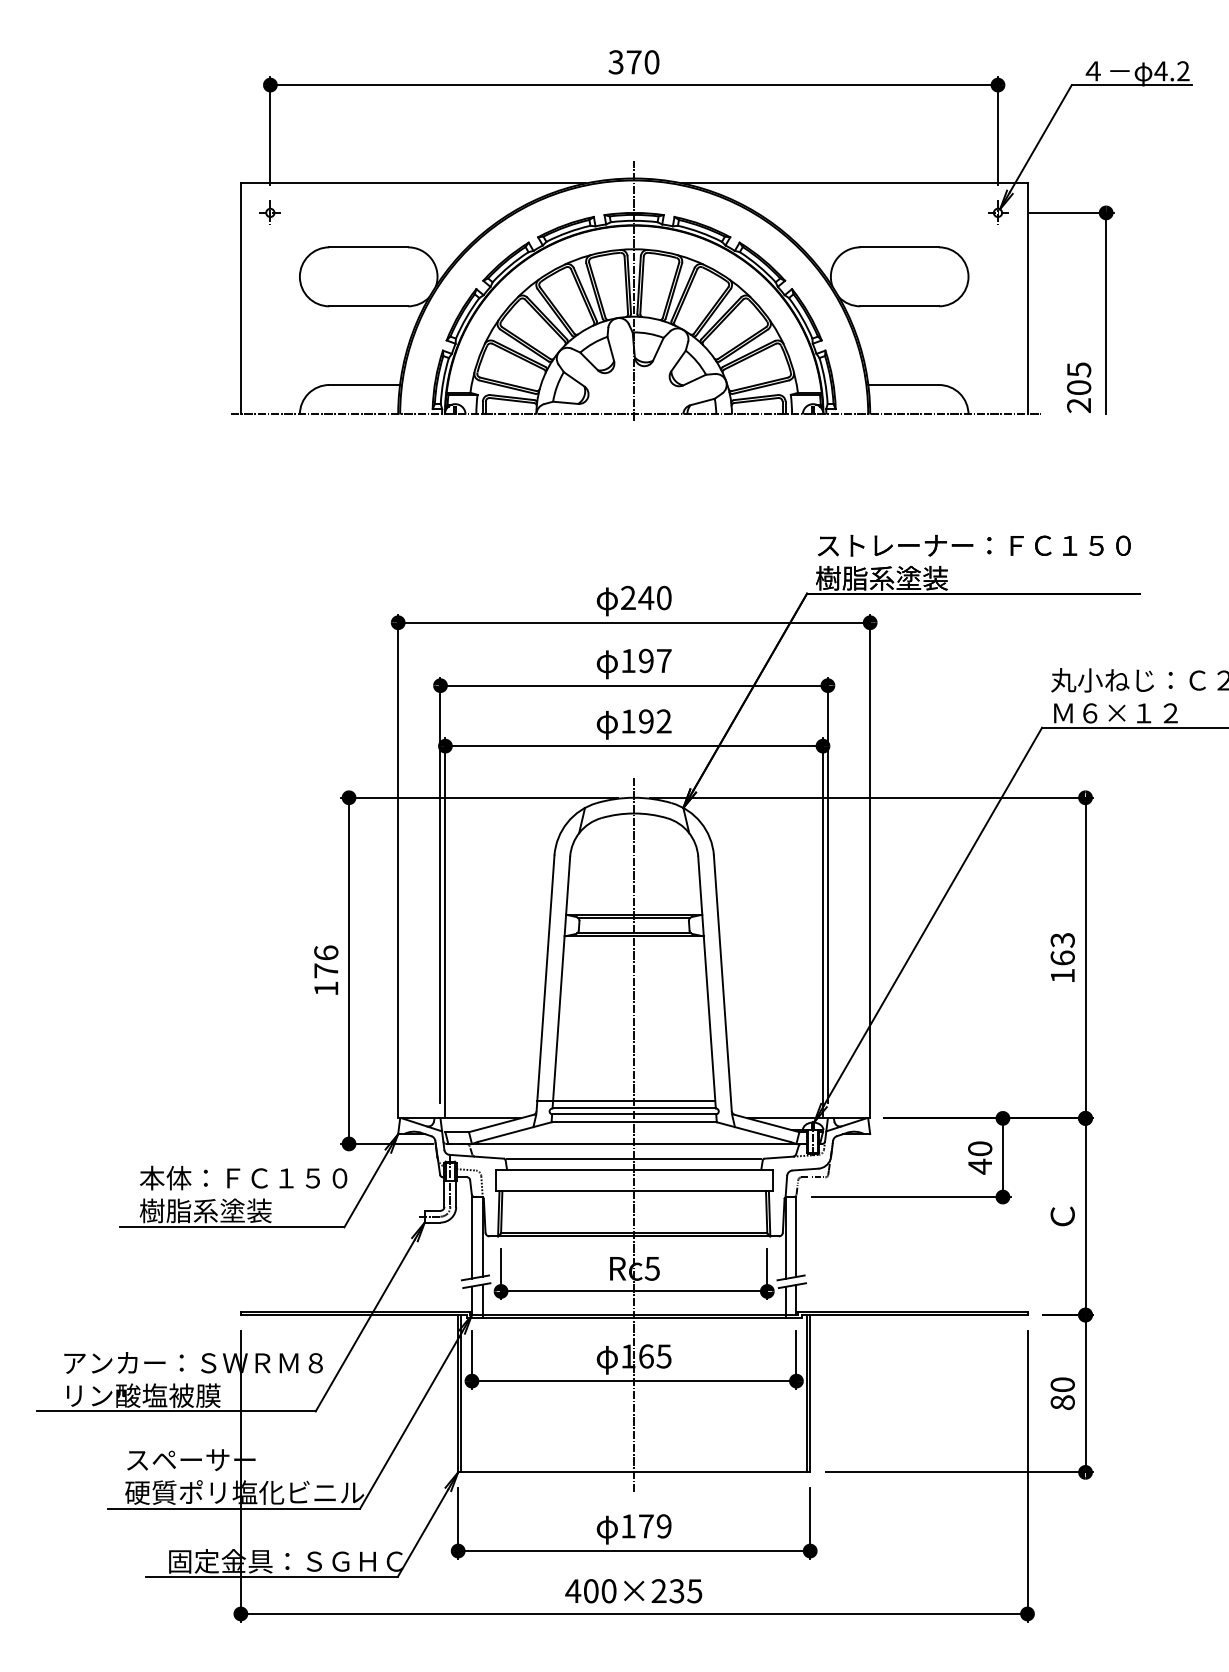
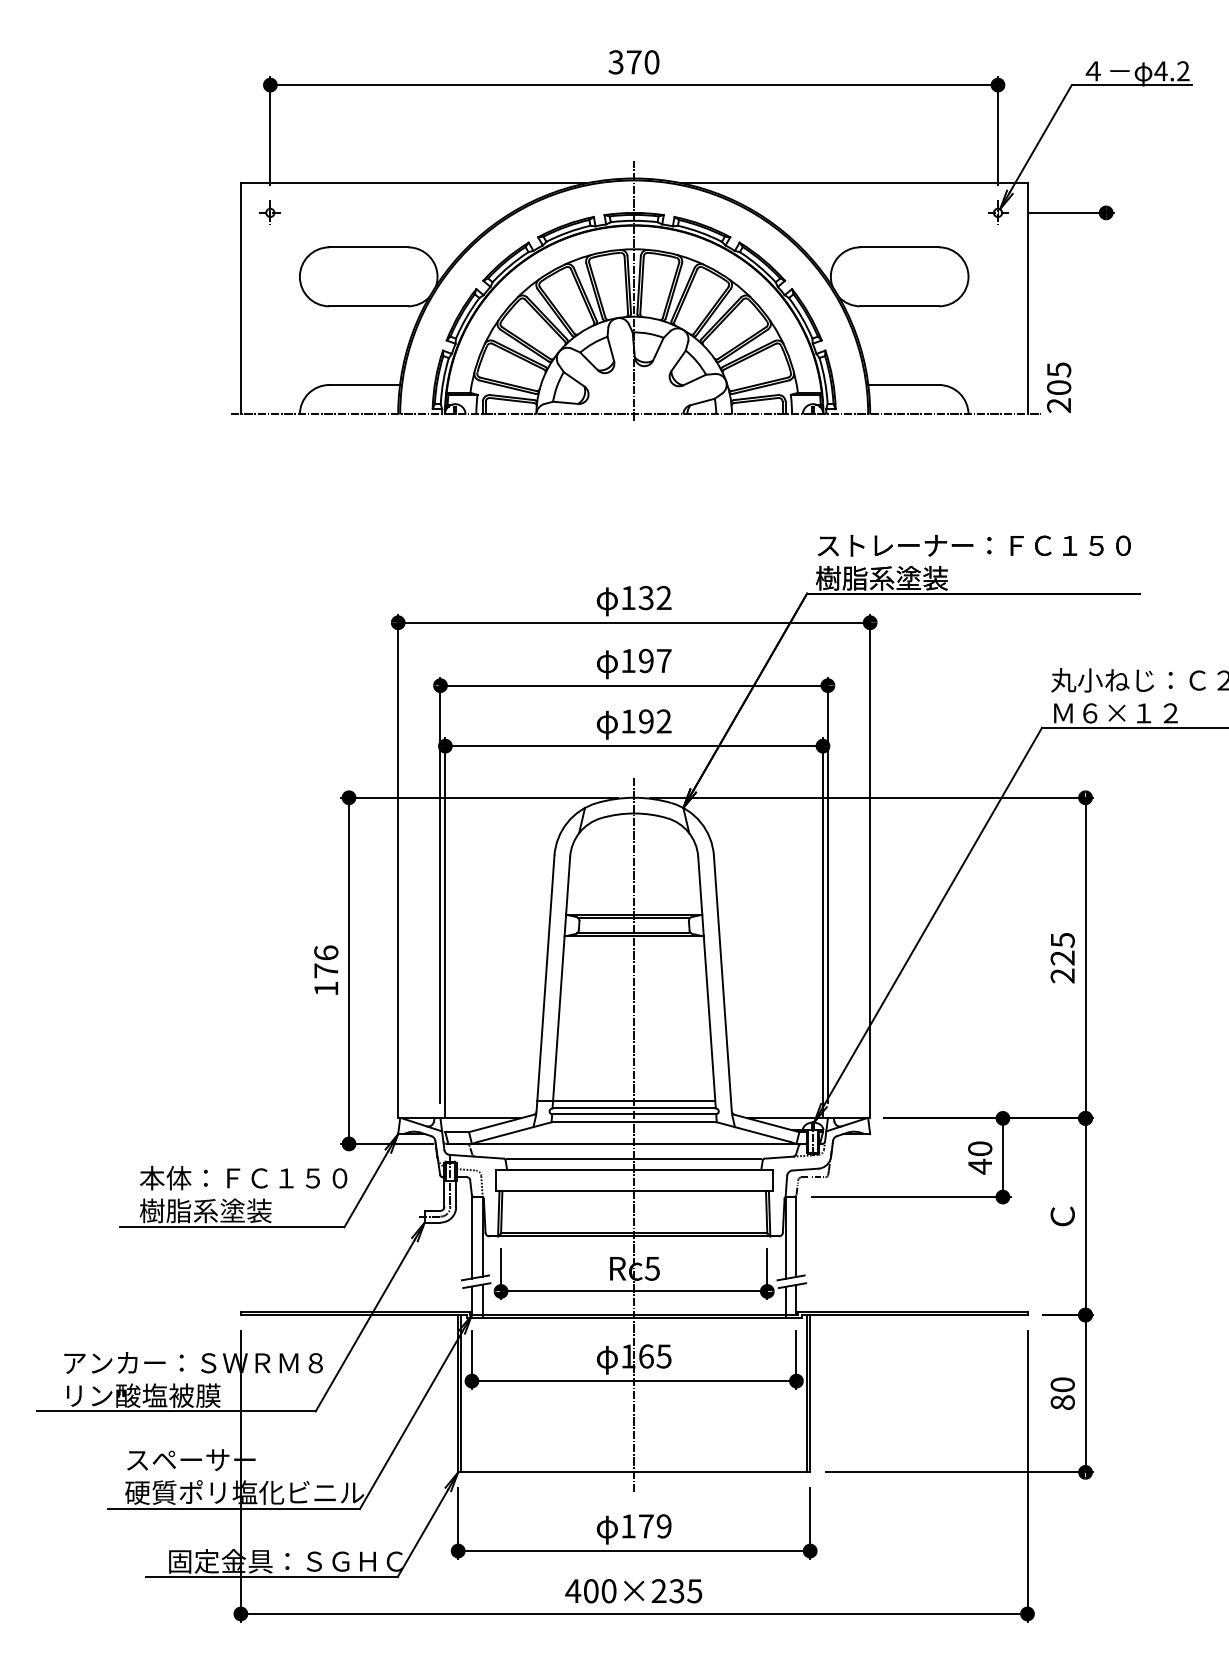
line at (1106, 313): present -> none
text at (1079, 387) position: (1079, 387) -> (1059, 387)
text at (646, 597): 240 -> 132
text at (1062, 958): 163 -> 225
